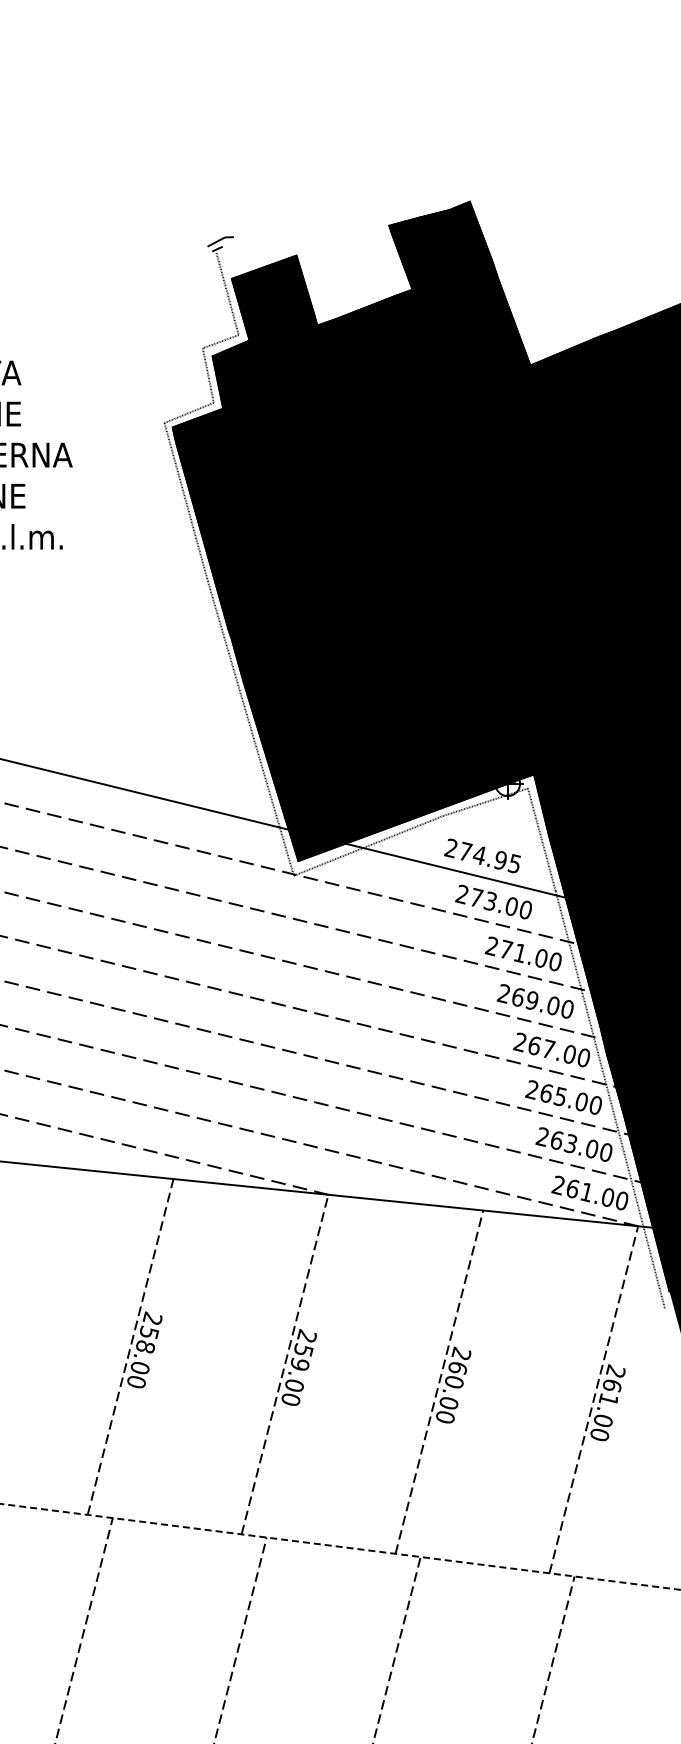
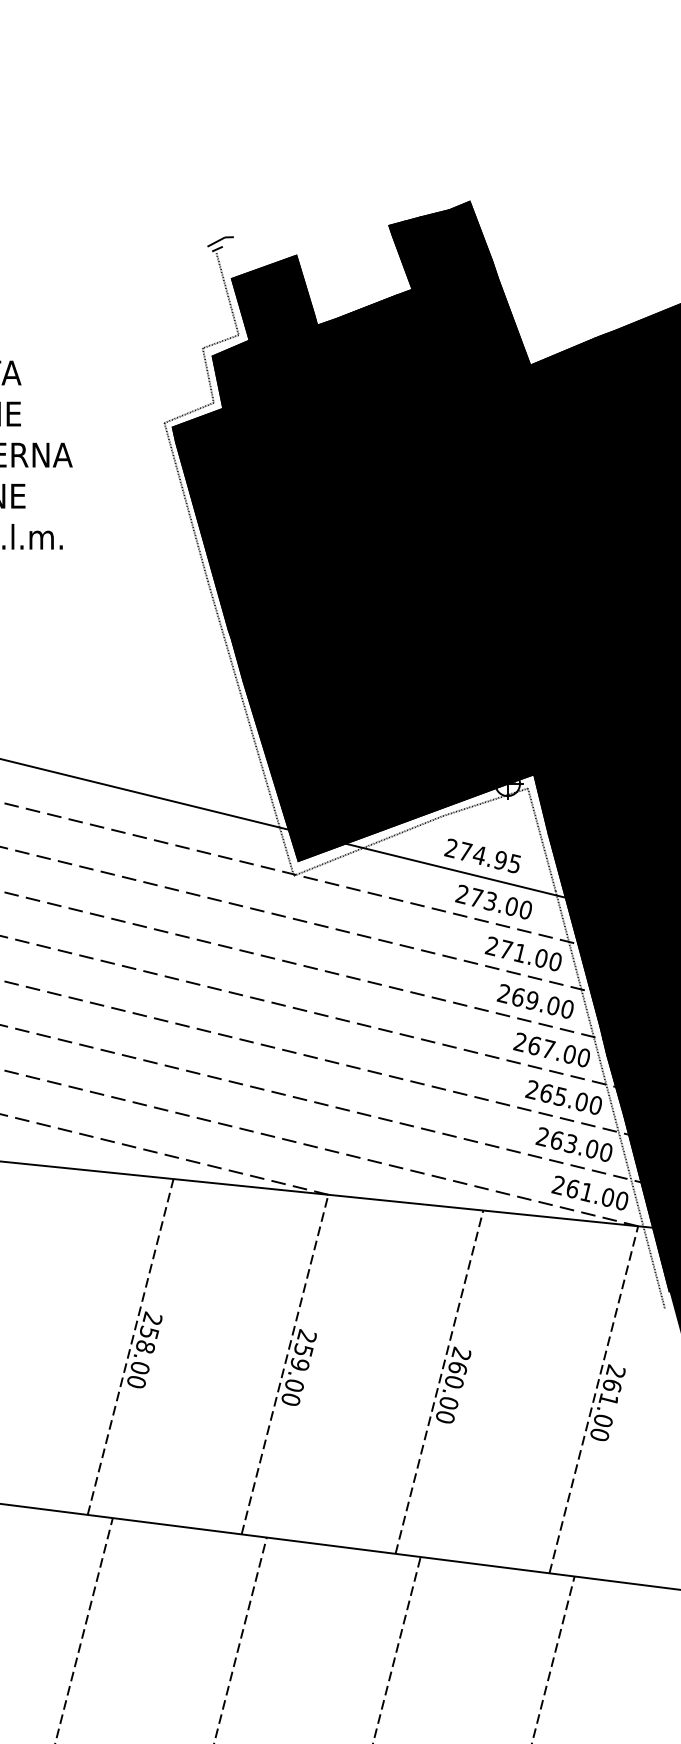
line at (340, 1546): dashed -> solid
